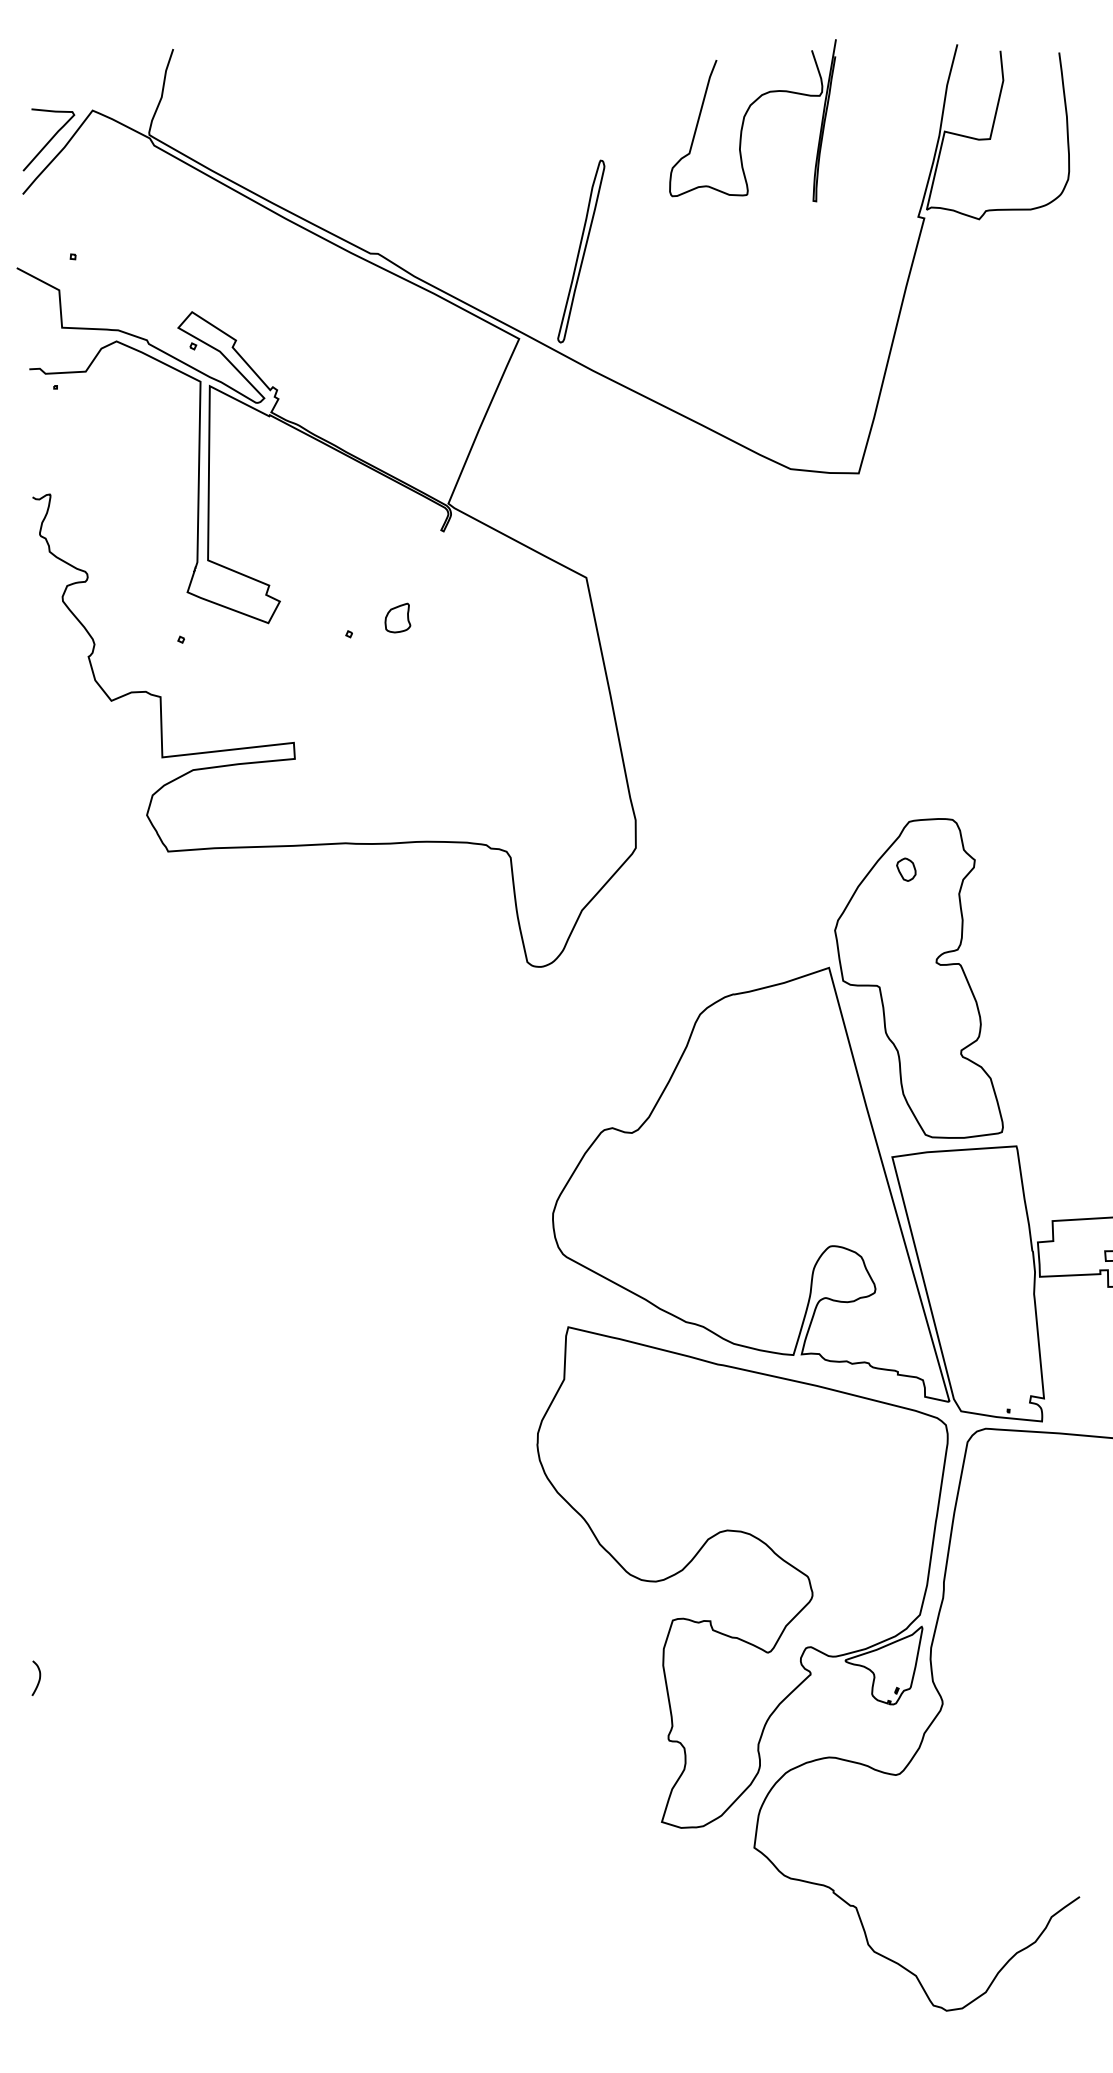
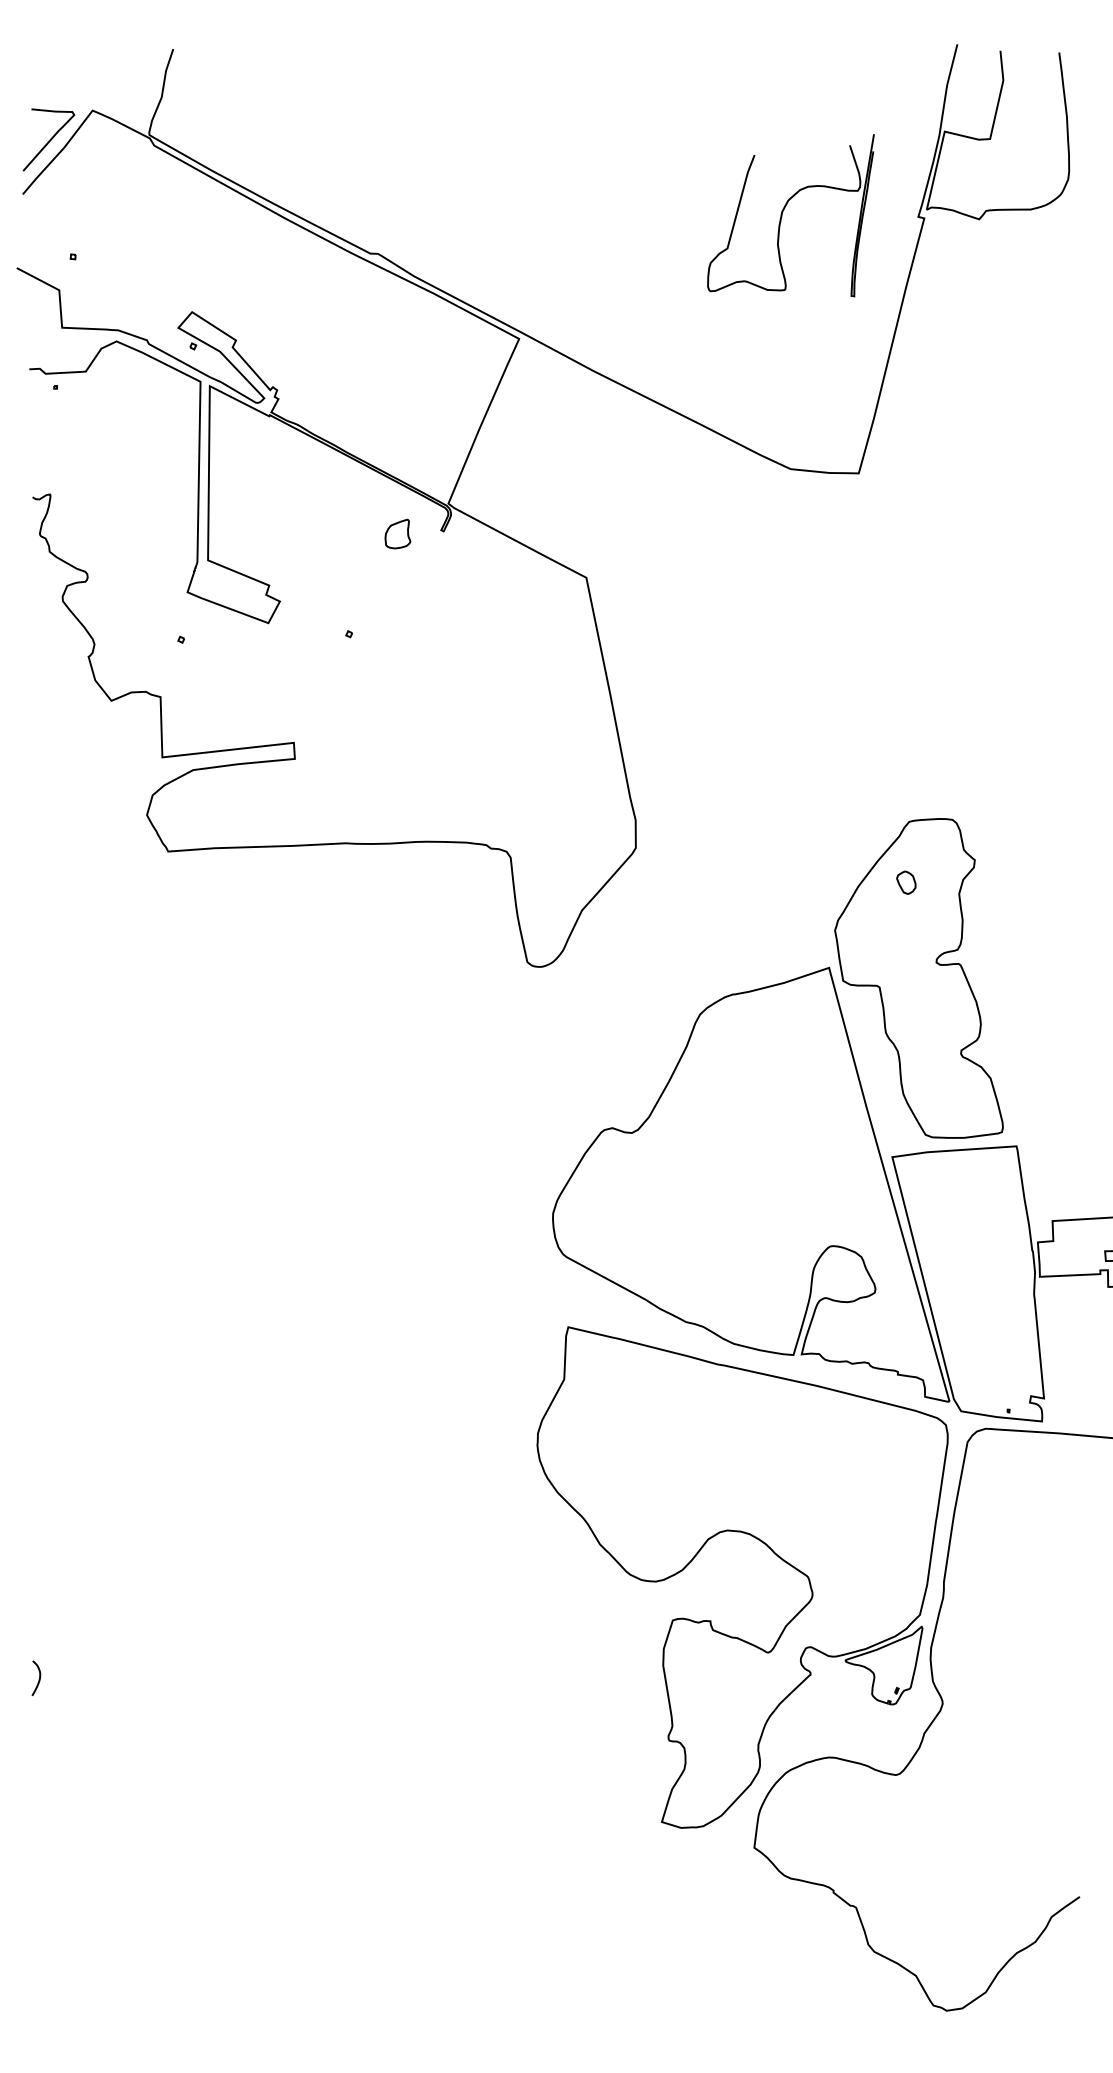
part at (745, 117) position: (745, 117) -> (783, 212)
part at (581, 251): present -> none
part at (397, 617) position: (397, 617) -> (397, 533)
part at (906, 869) position: (906, 869) -> (906, 882)
